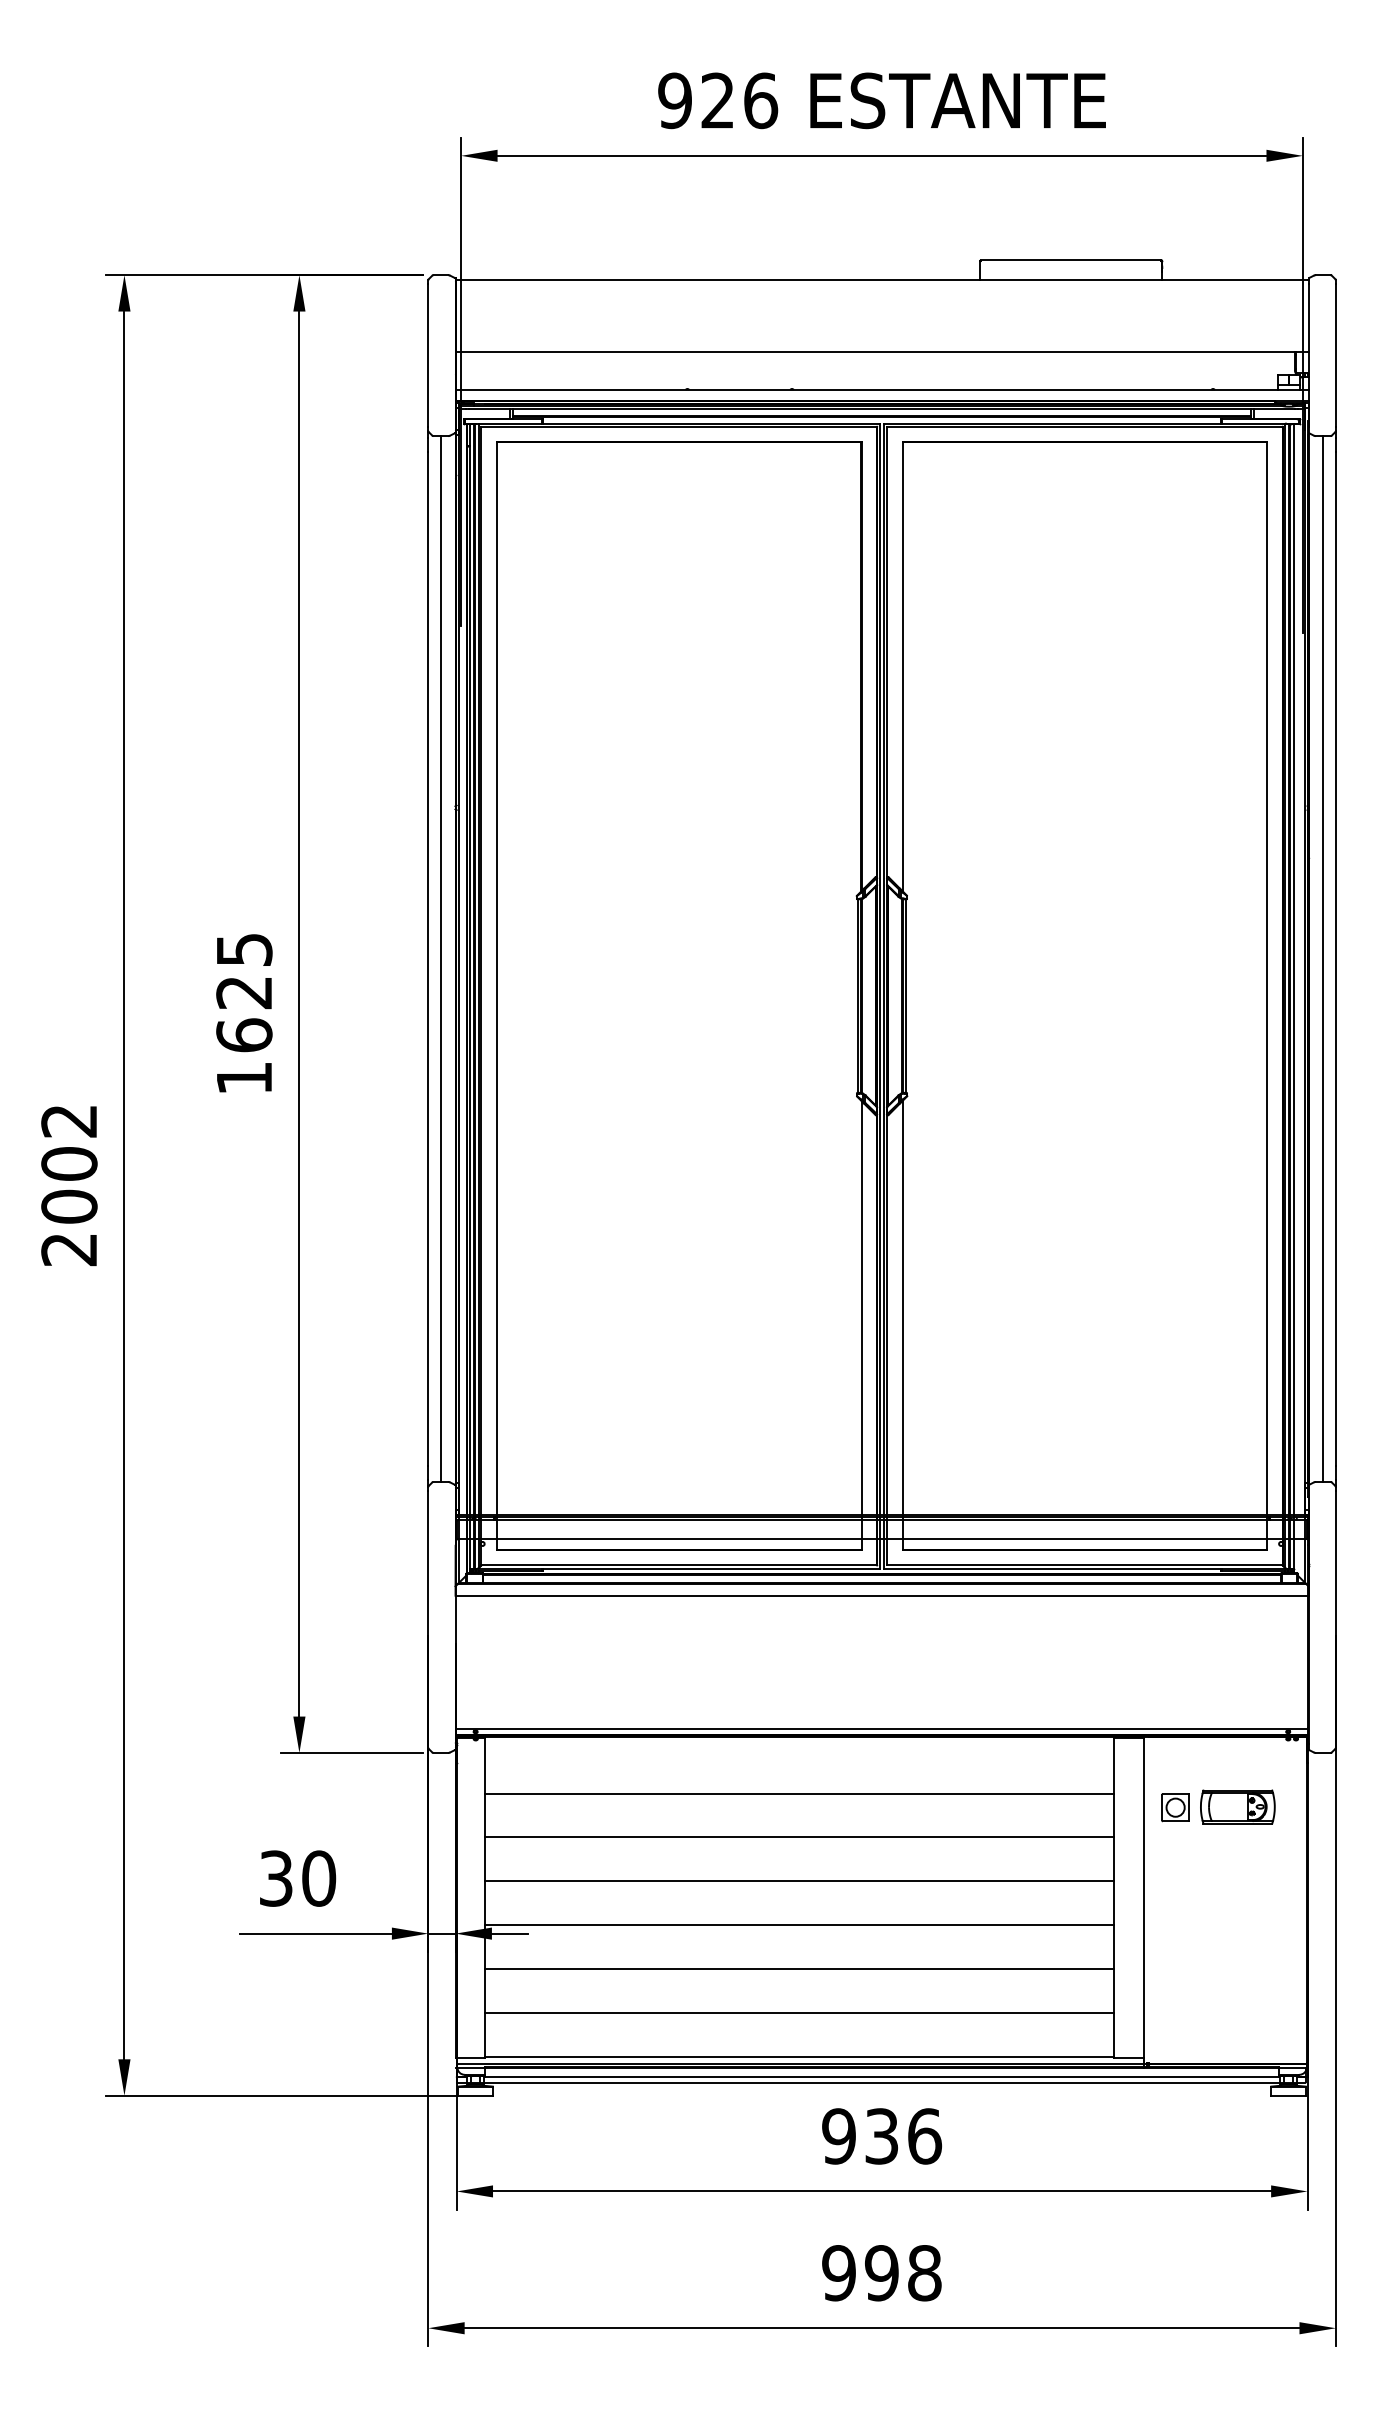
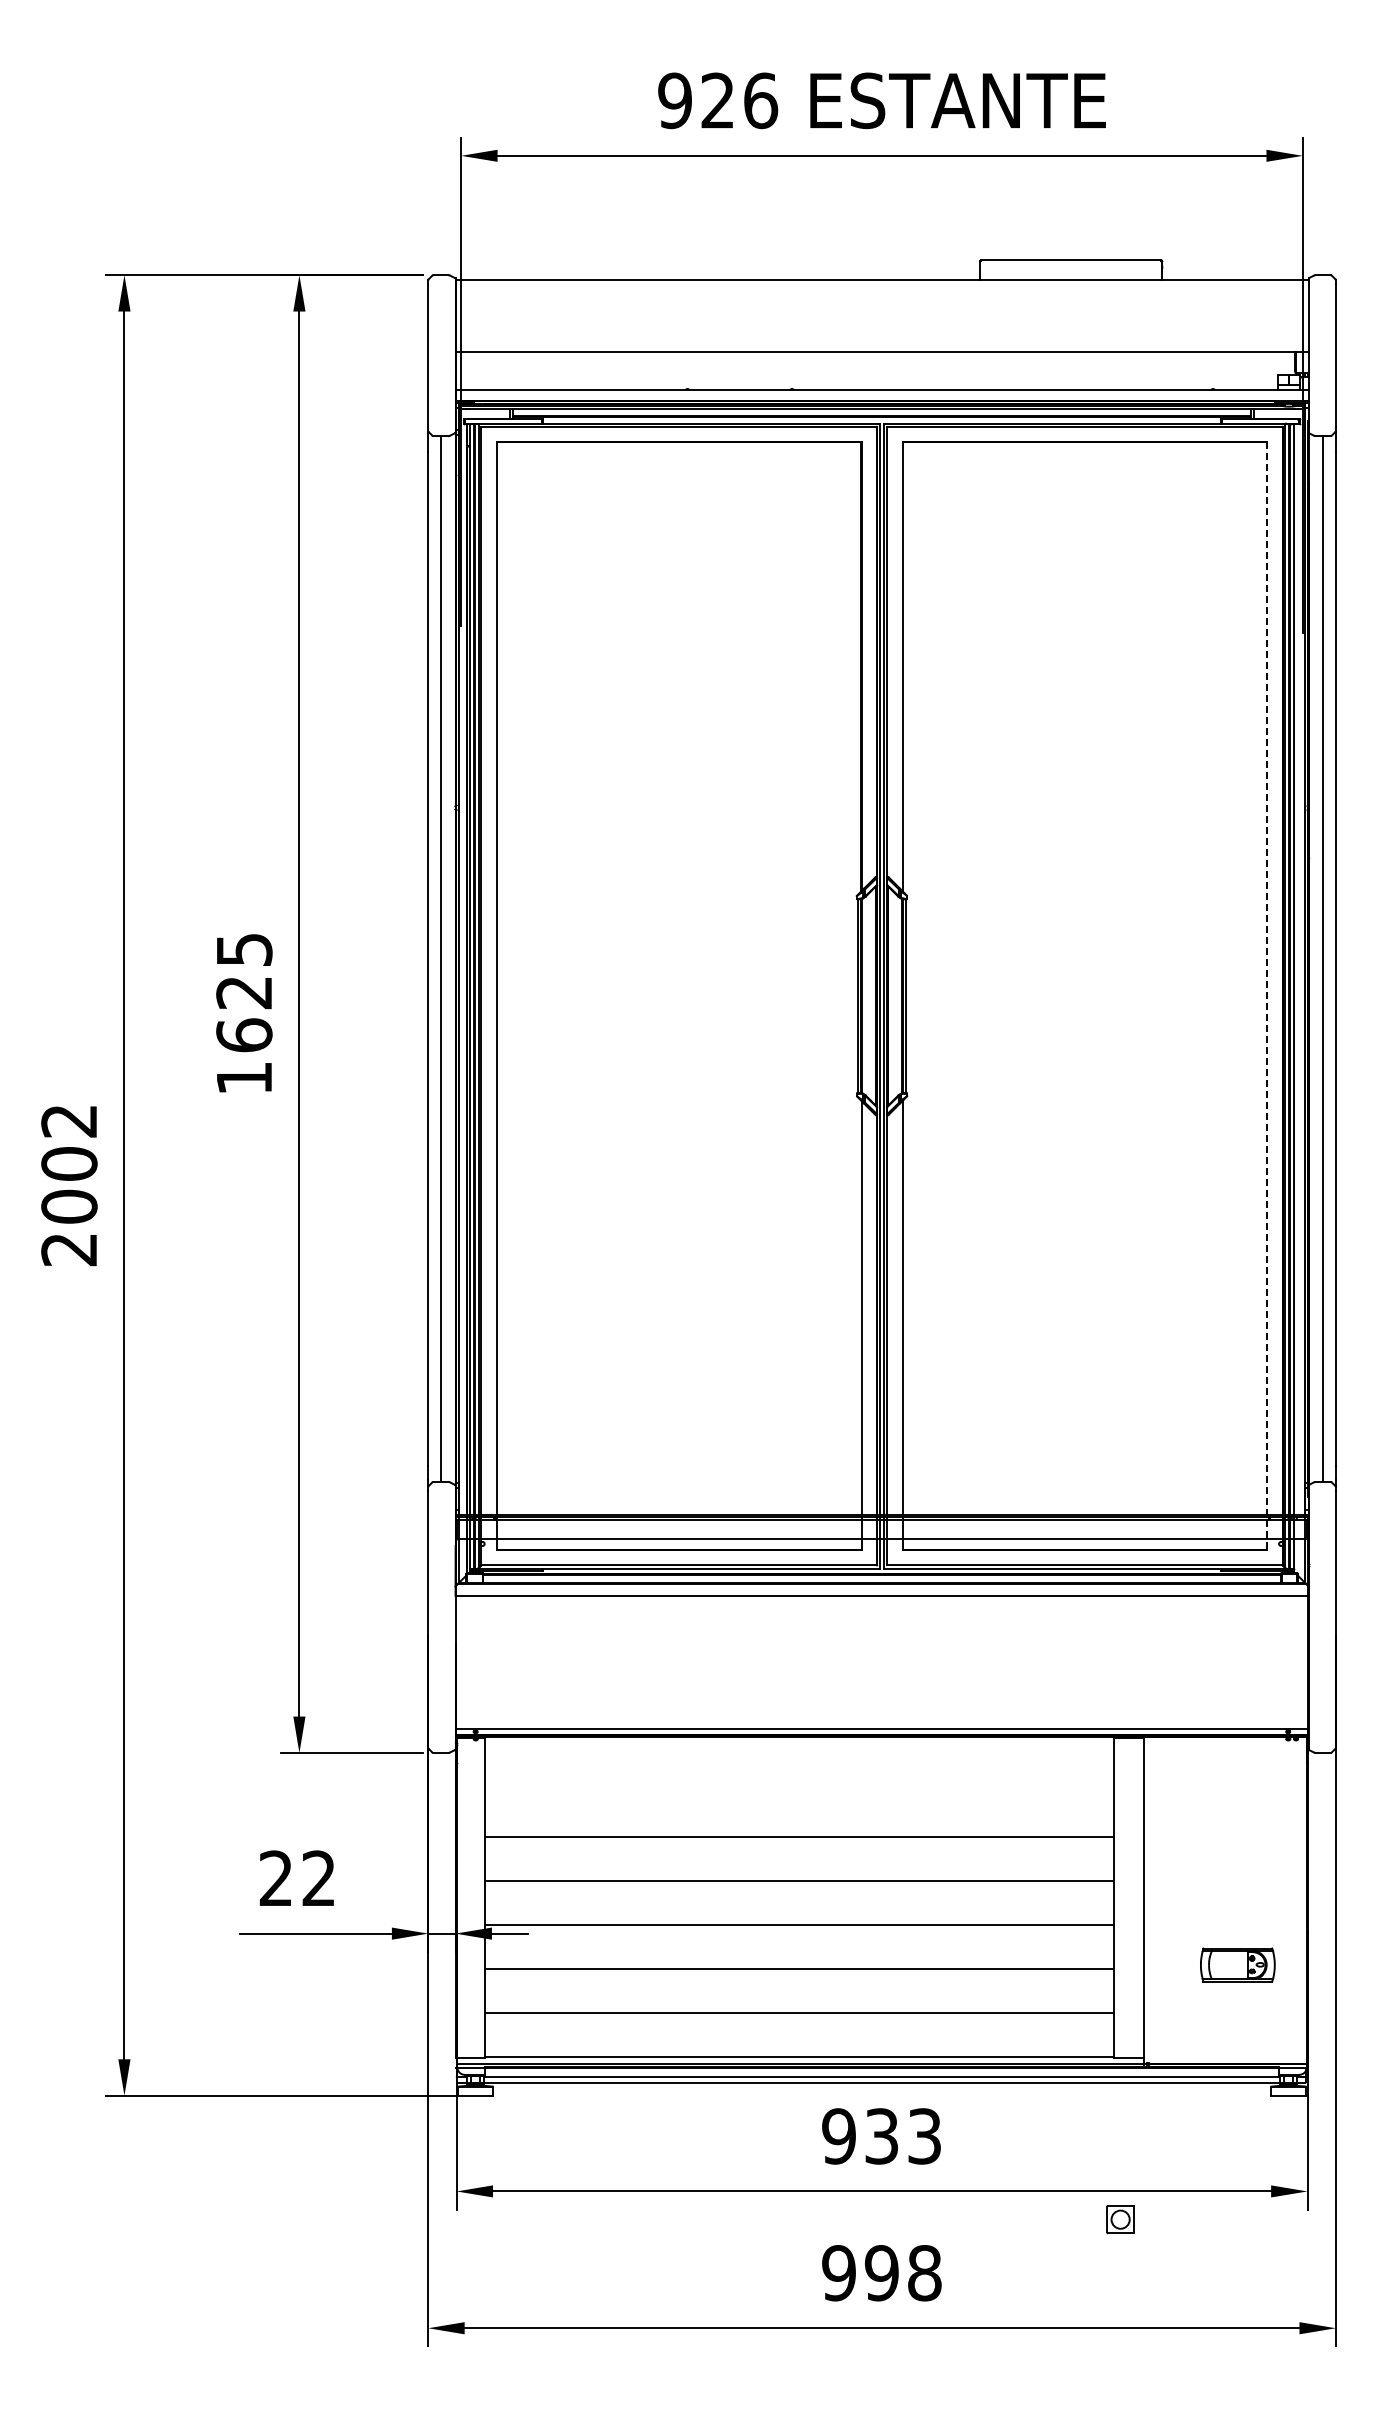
line at (1267, 996): solid -> dashed
line at (799, 1794): present -> none
part at (1237, 1806) position: (1237, 1806) -> (1237, 1964)
part at (1175, 1807) position: (1175, 1807) -> (1120, 2219)
text at (297, 1878): 30 -> 22
text at (925, 2136): 936 -> 933
